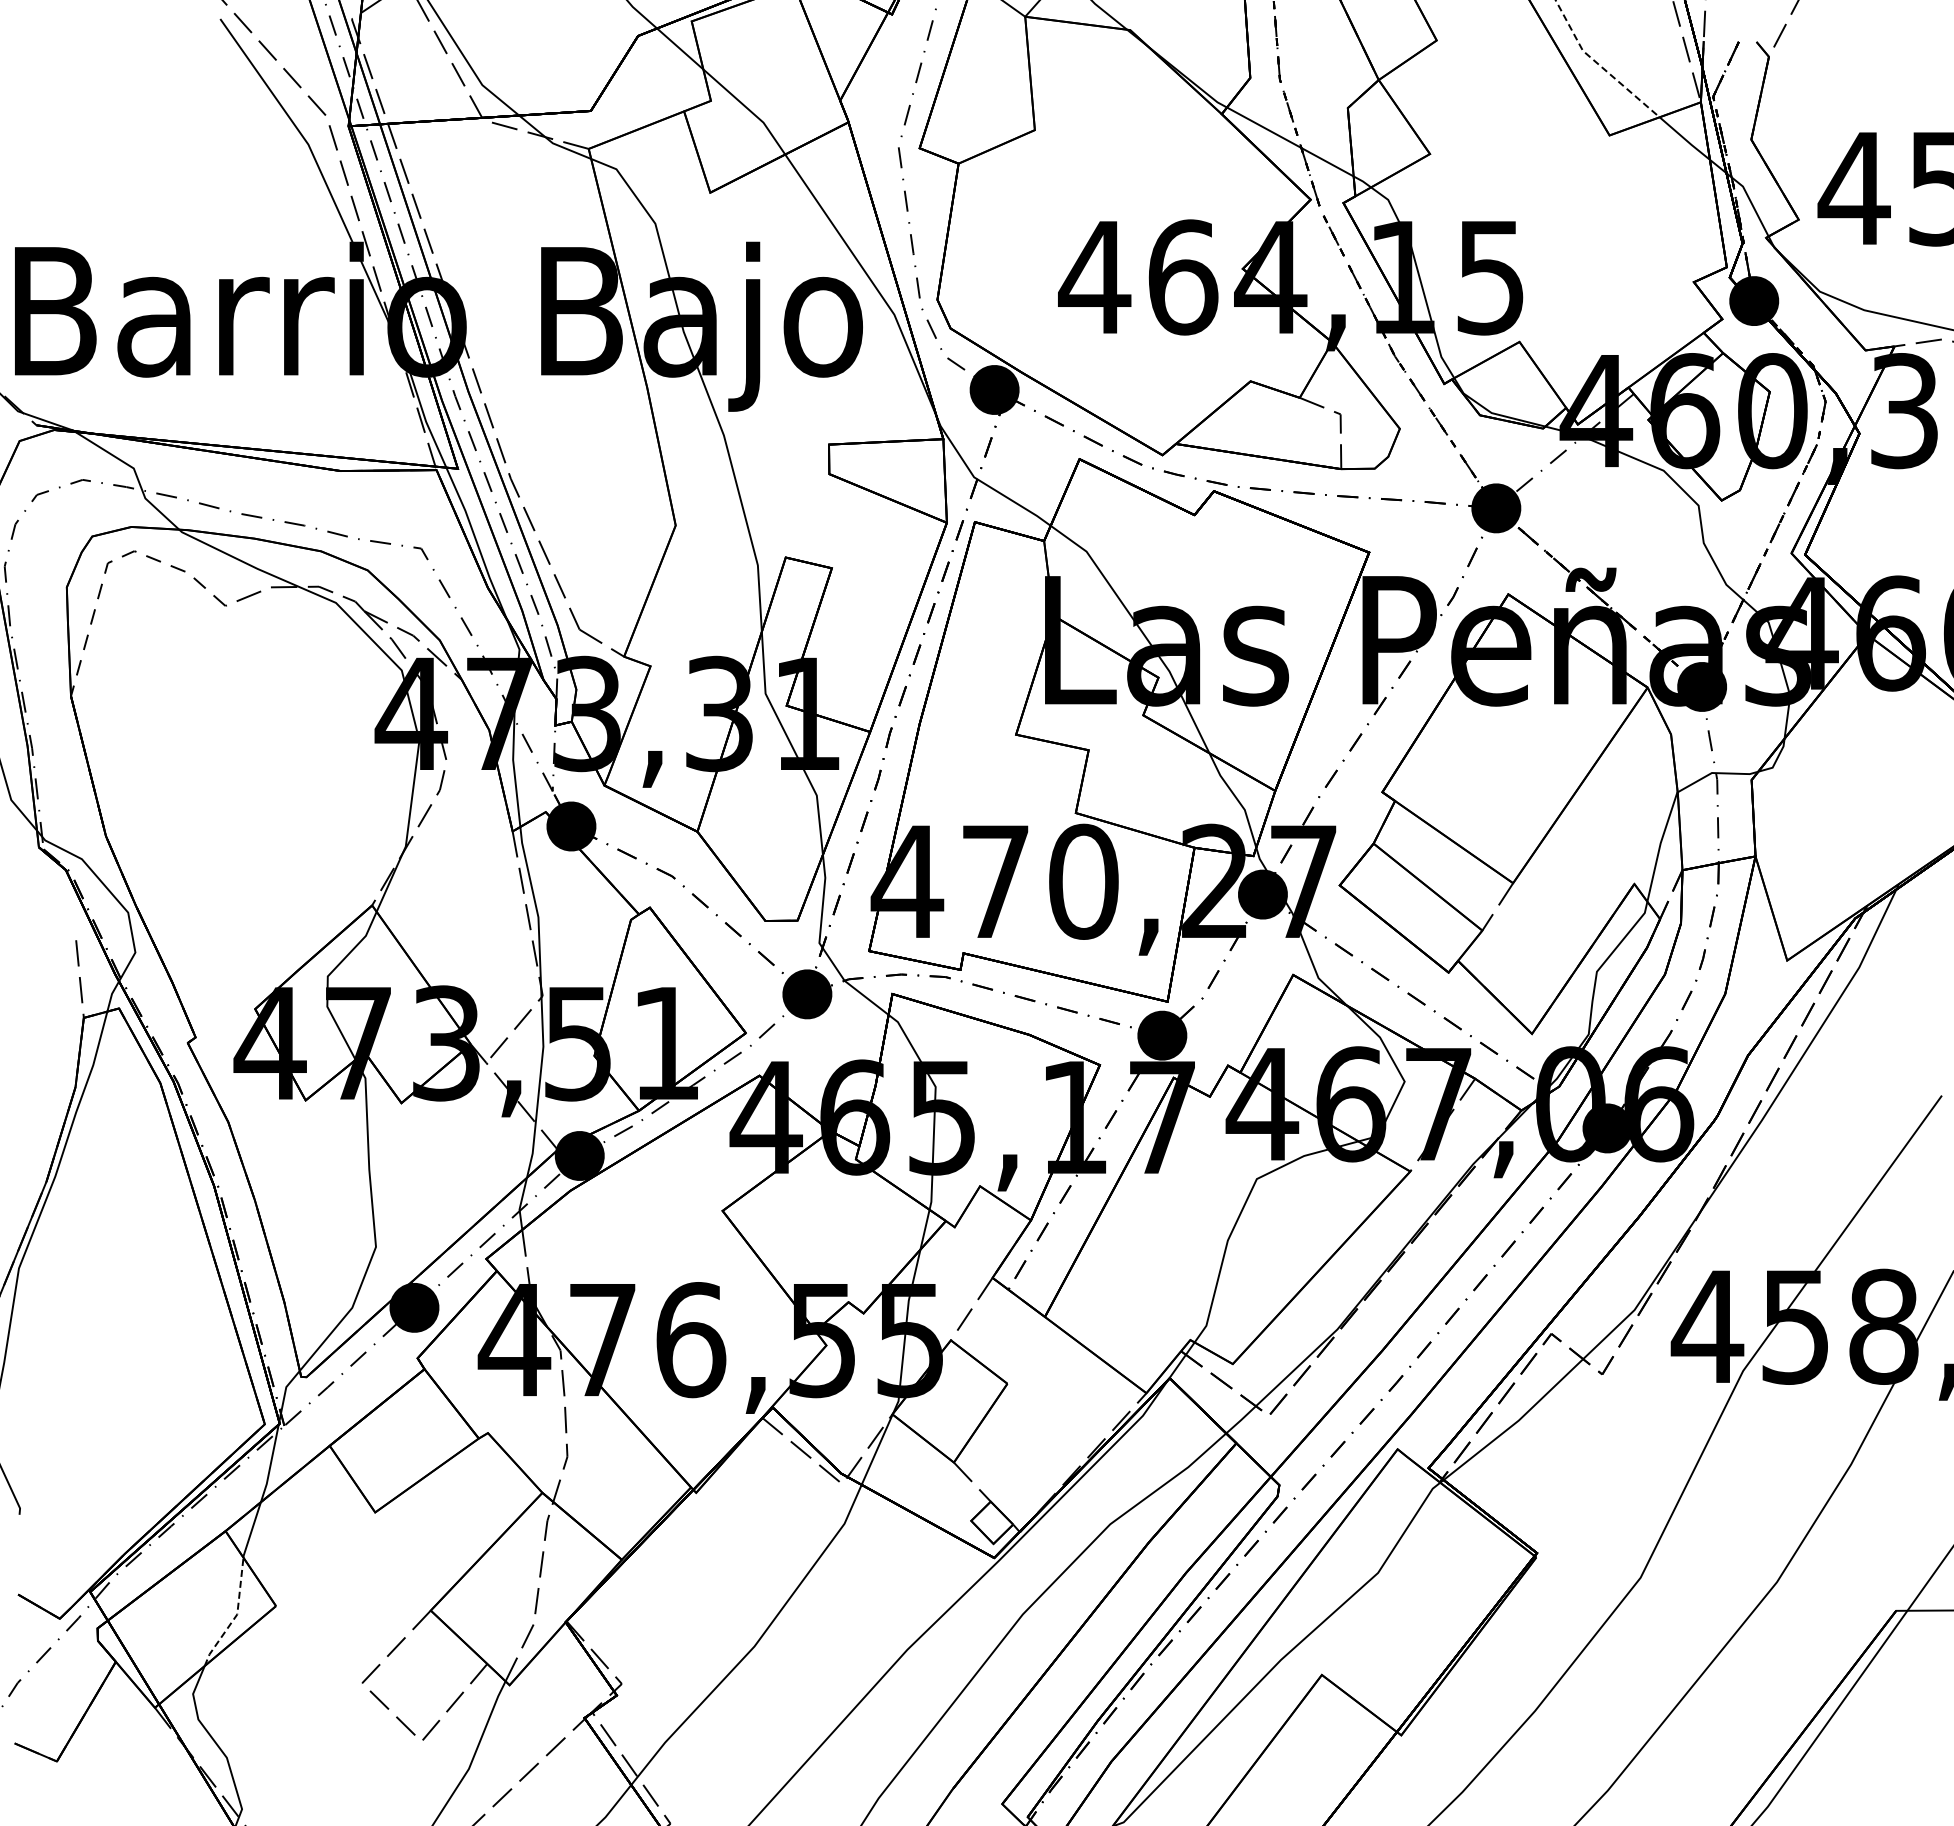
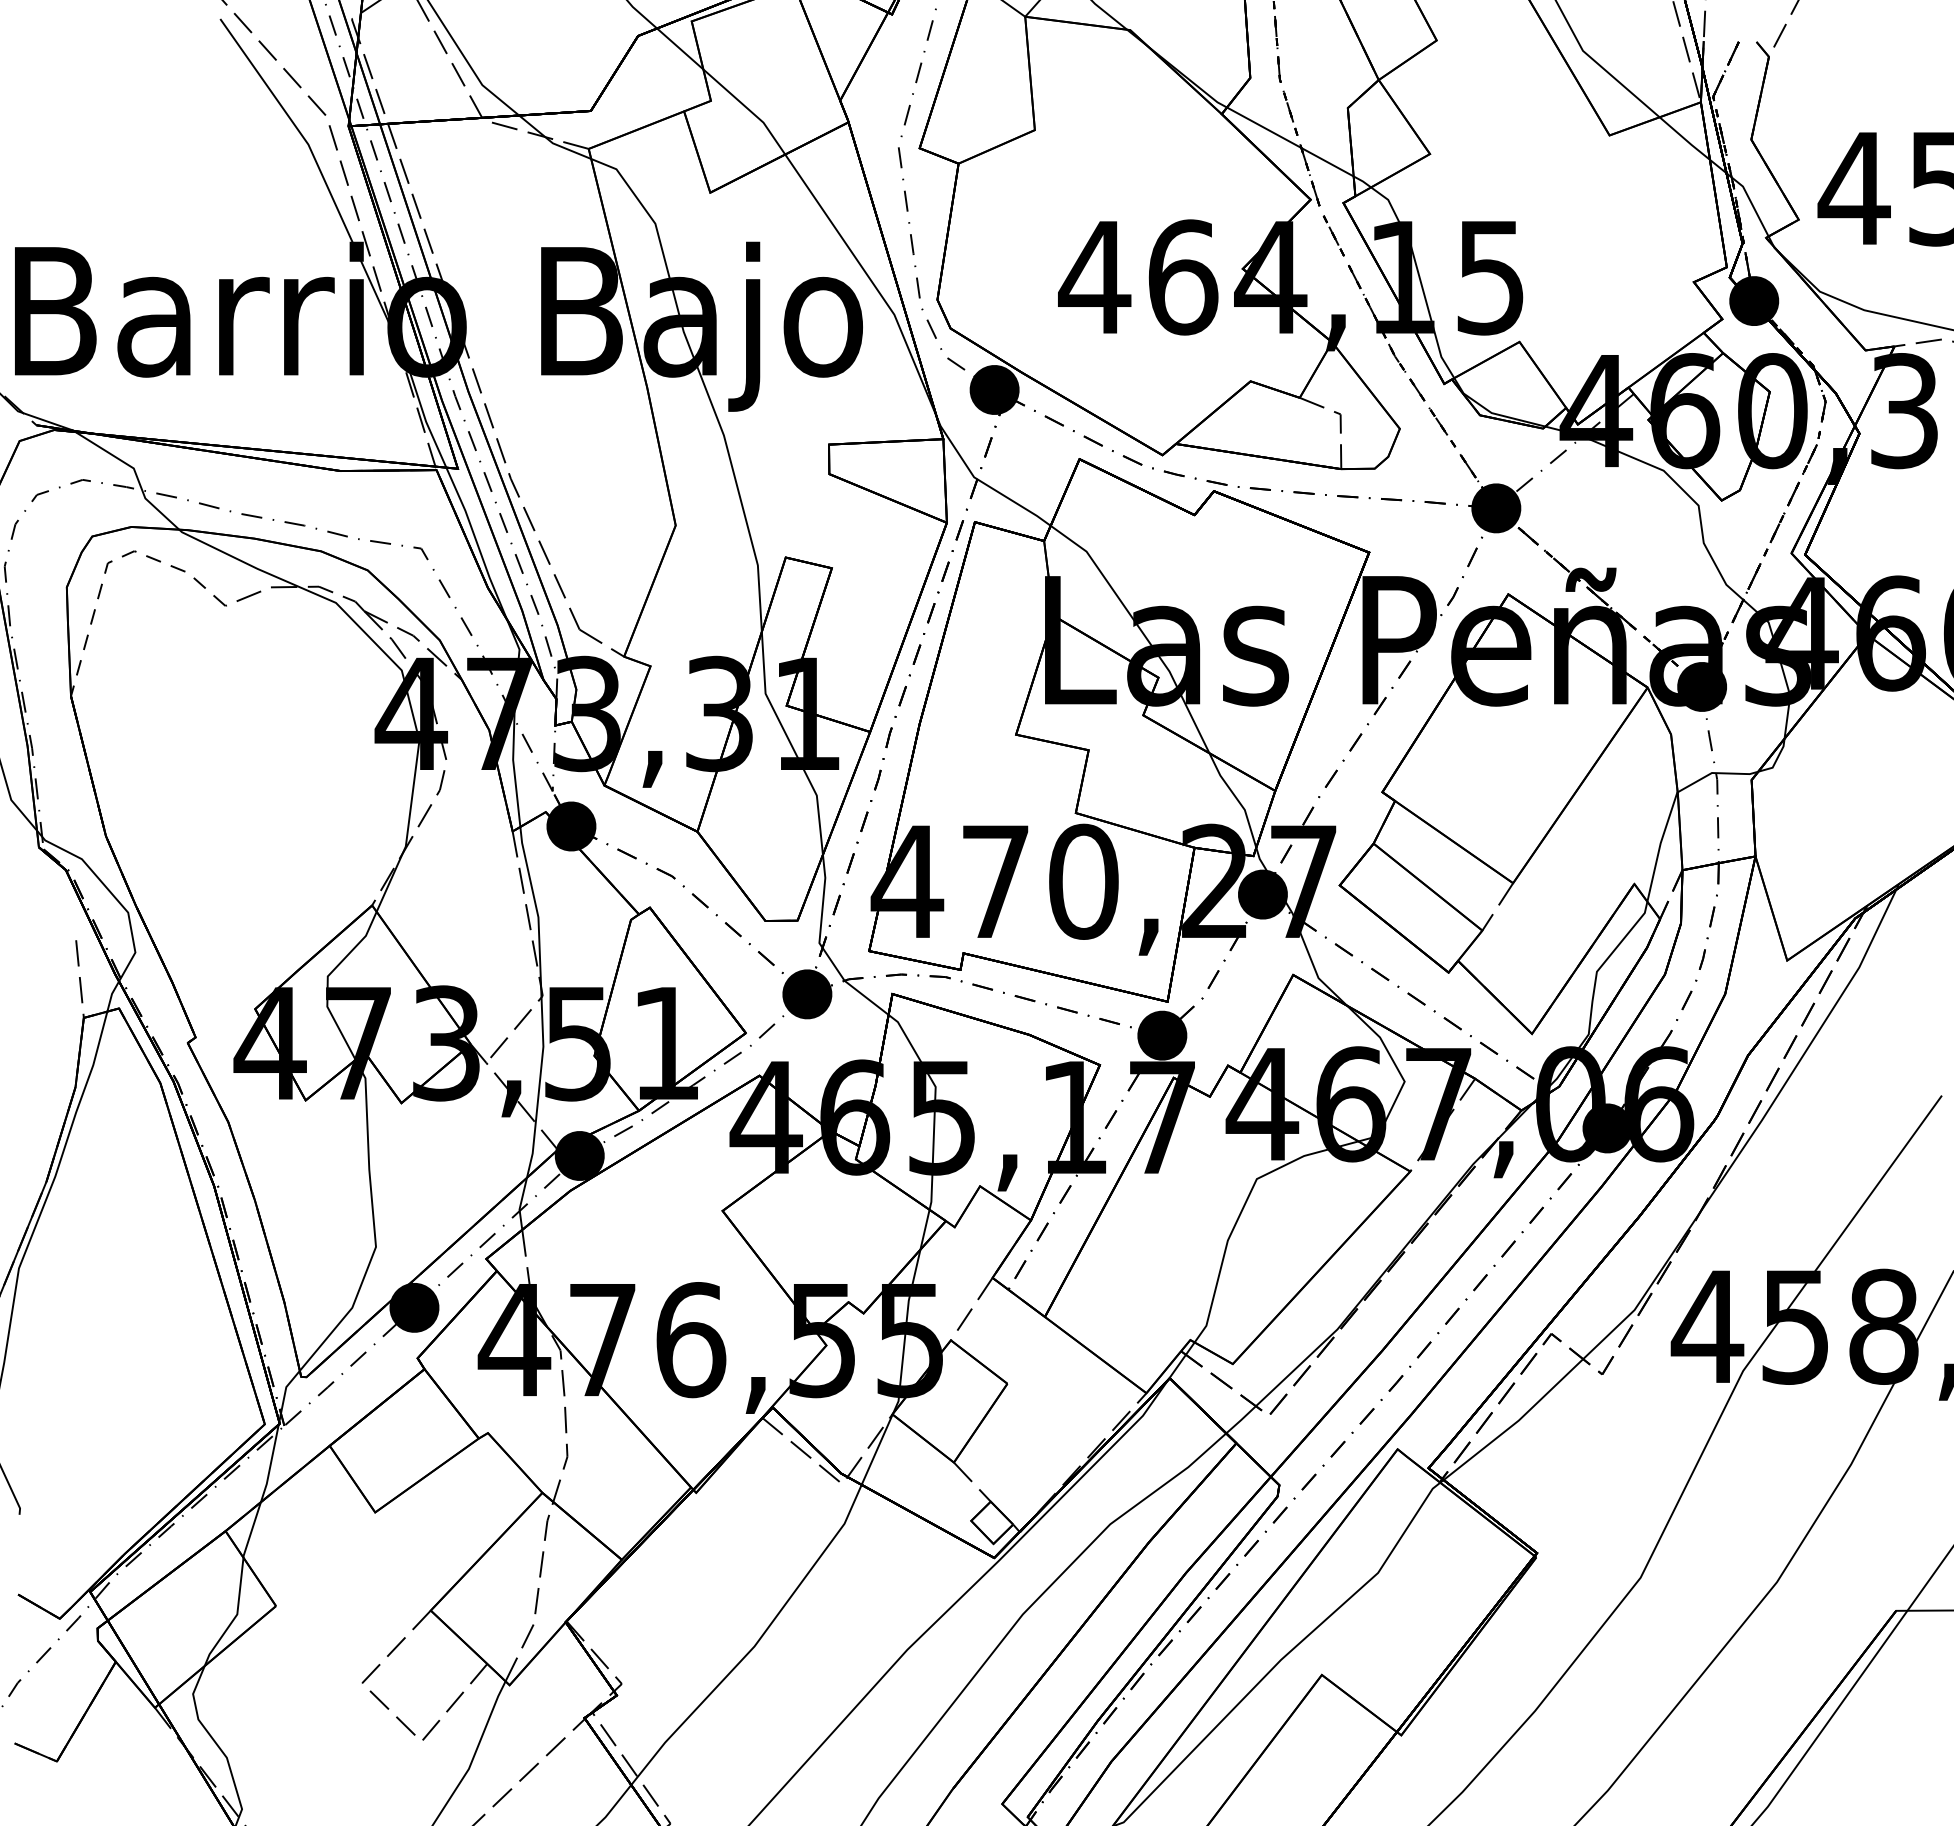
line at (1599, 65): dashed -> solid
line at (236, 1616): dashed -> solid
